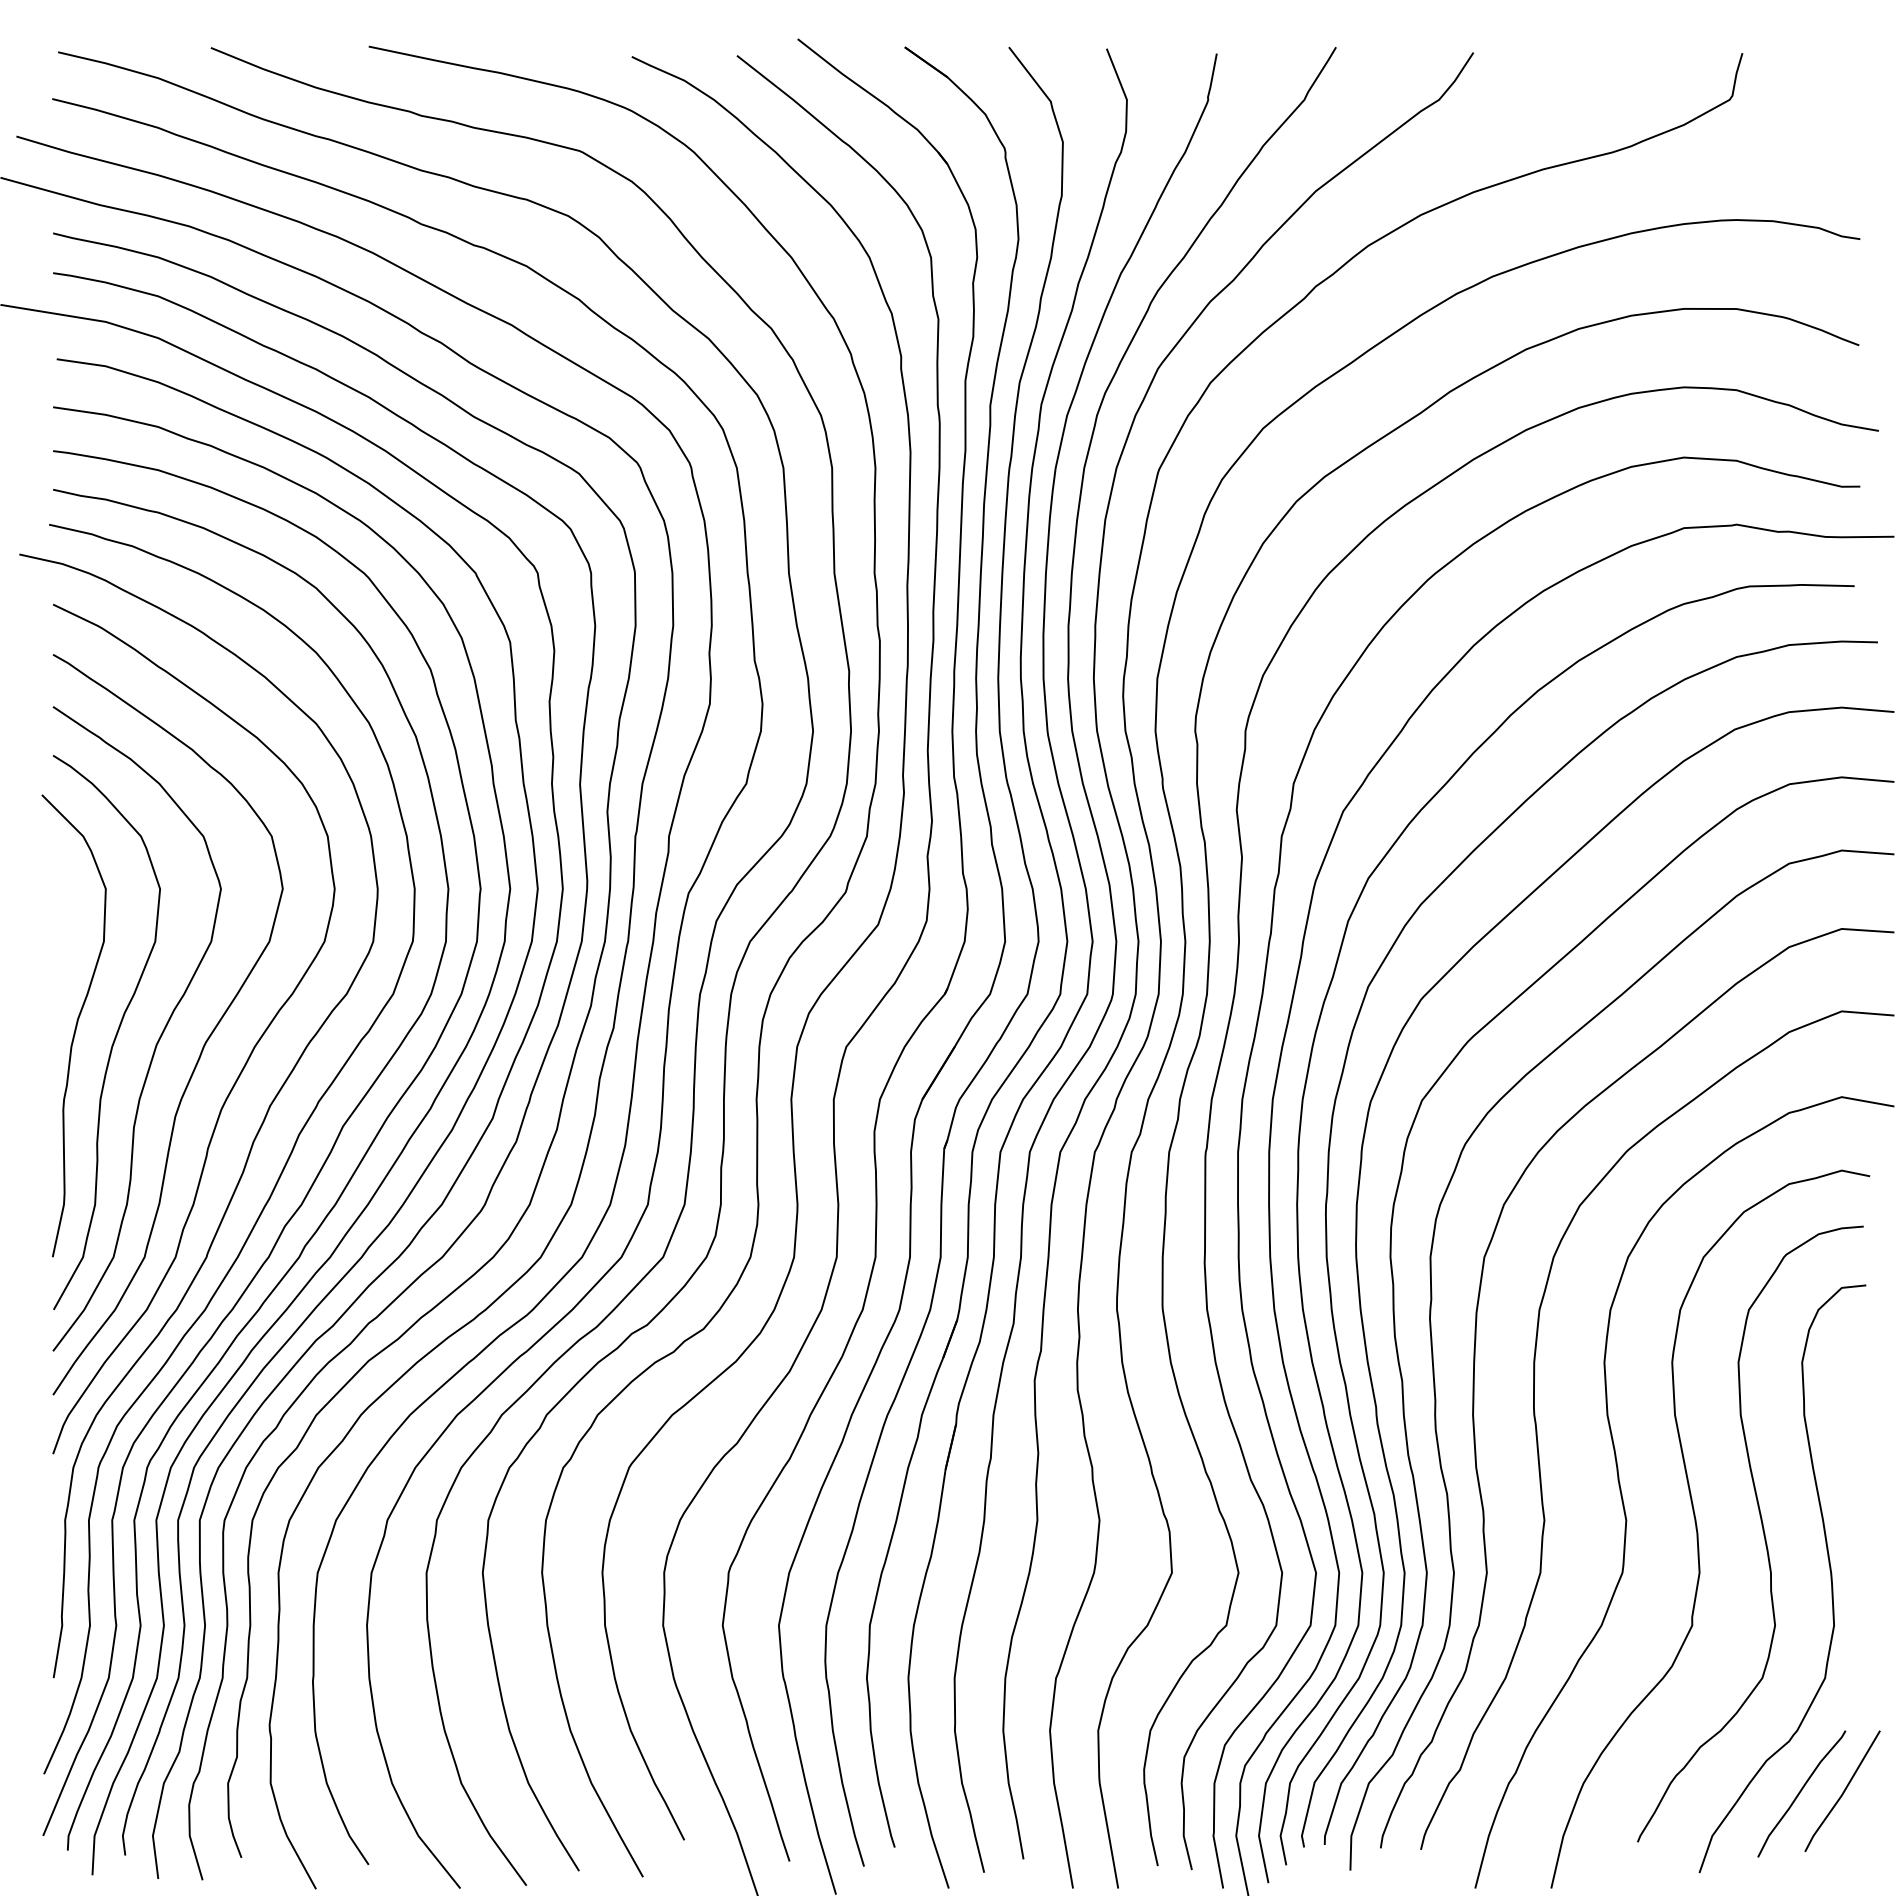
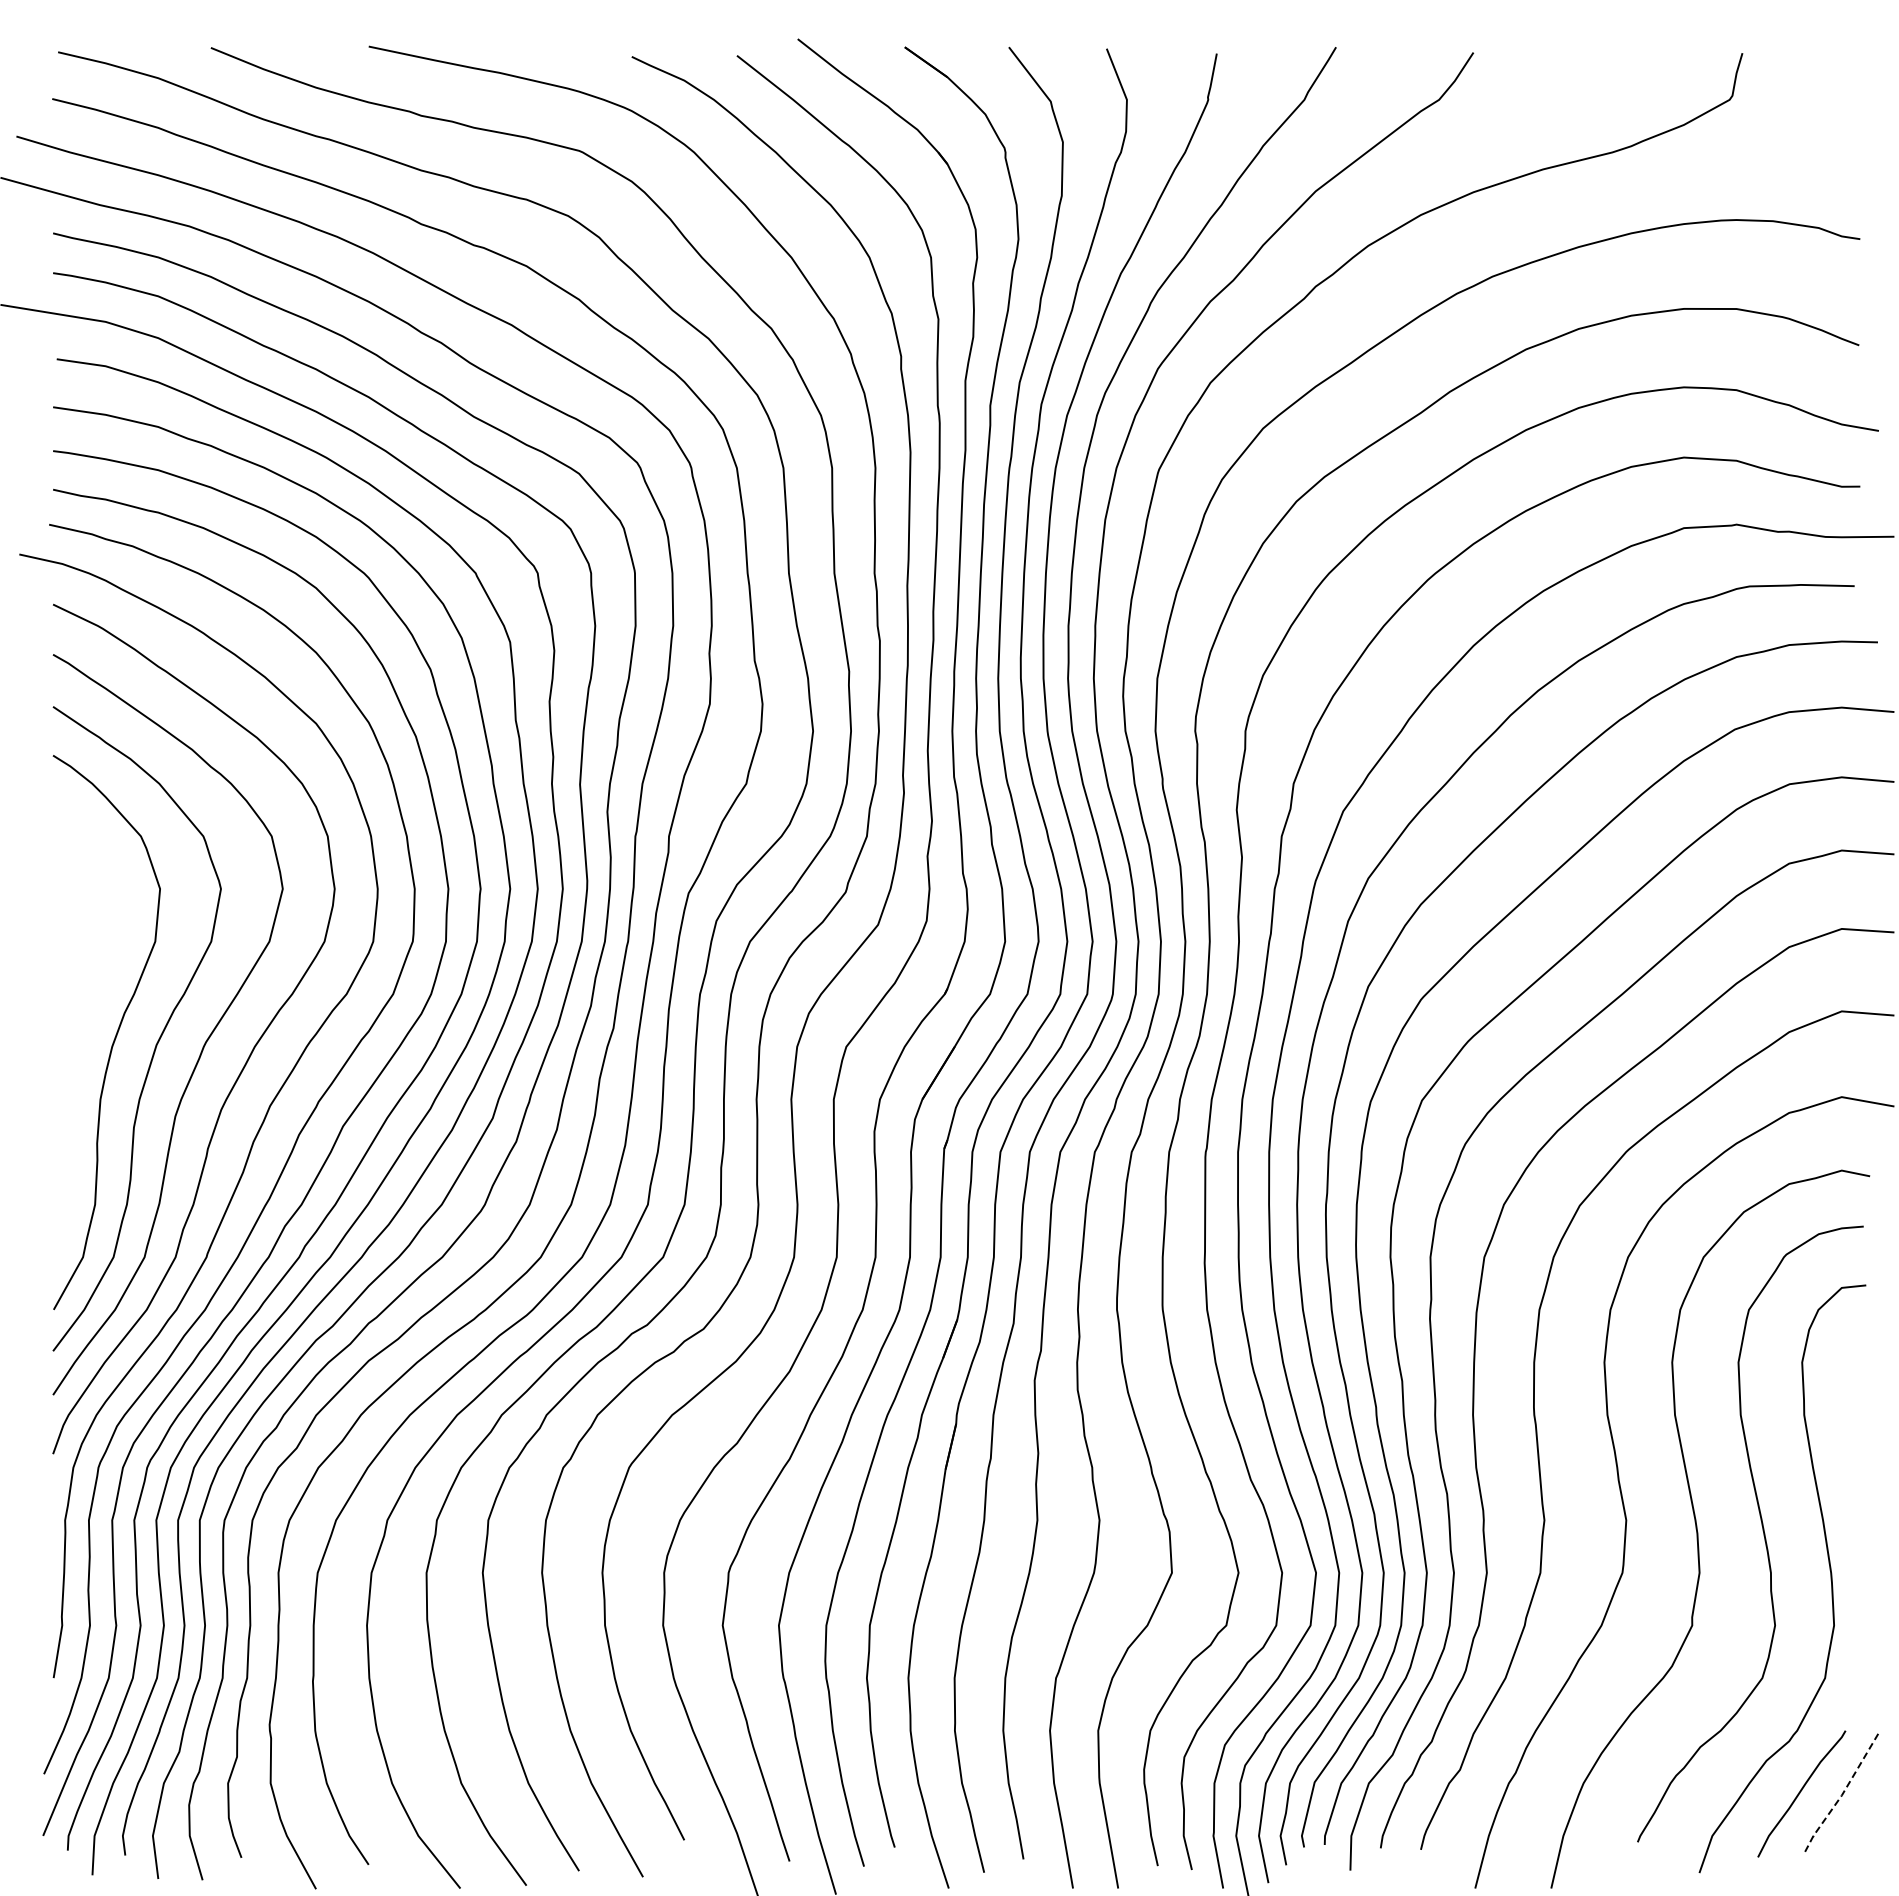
curve at (75, 1025): present -> none
line at (1843, 1793): solid -> dashed
